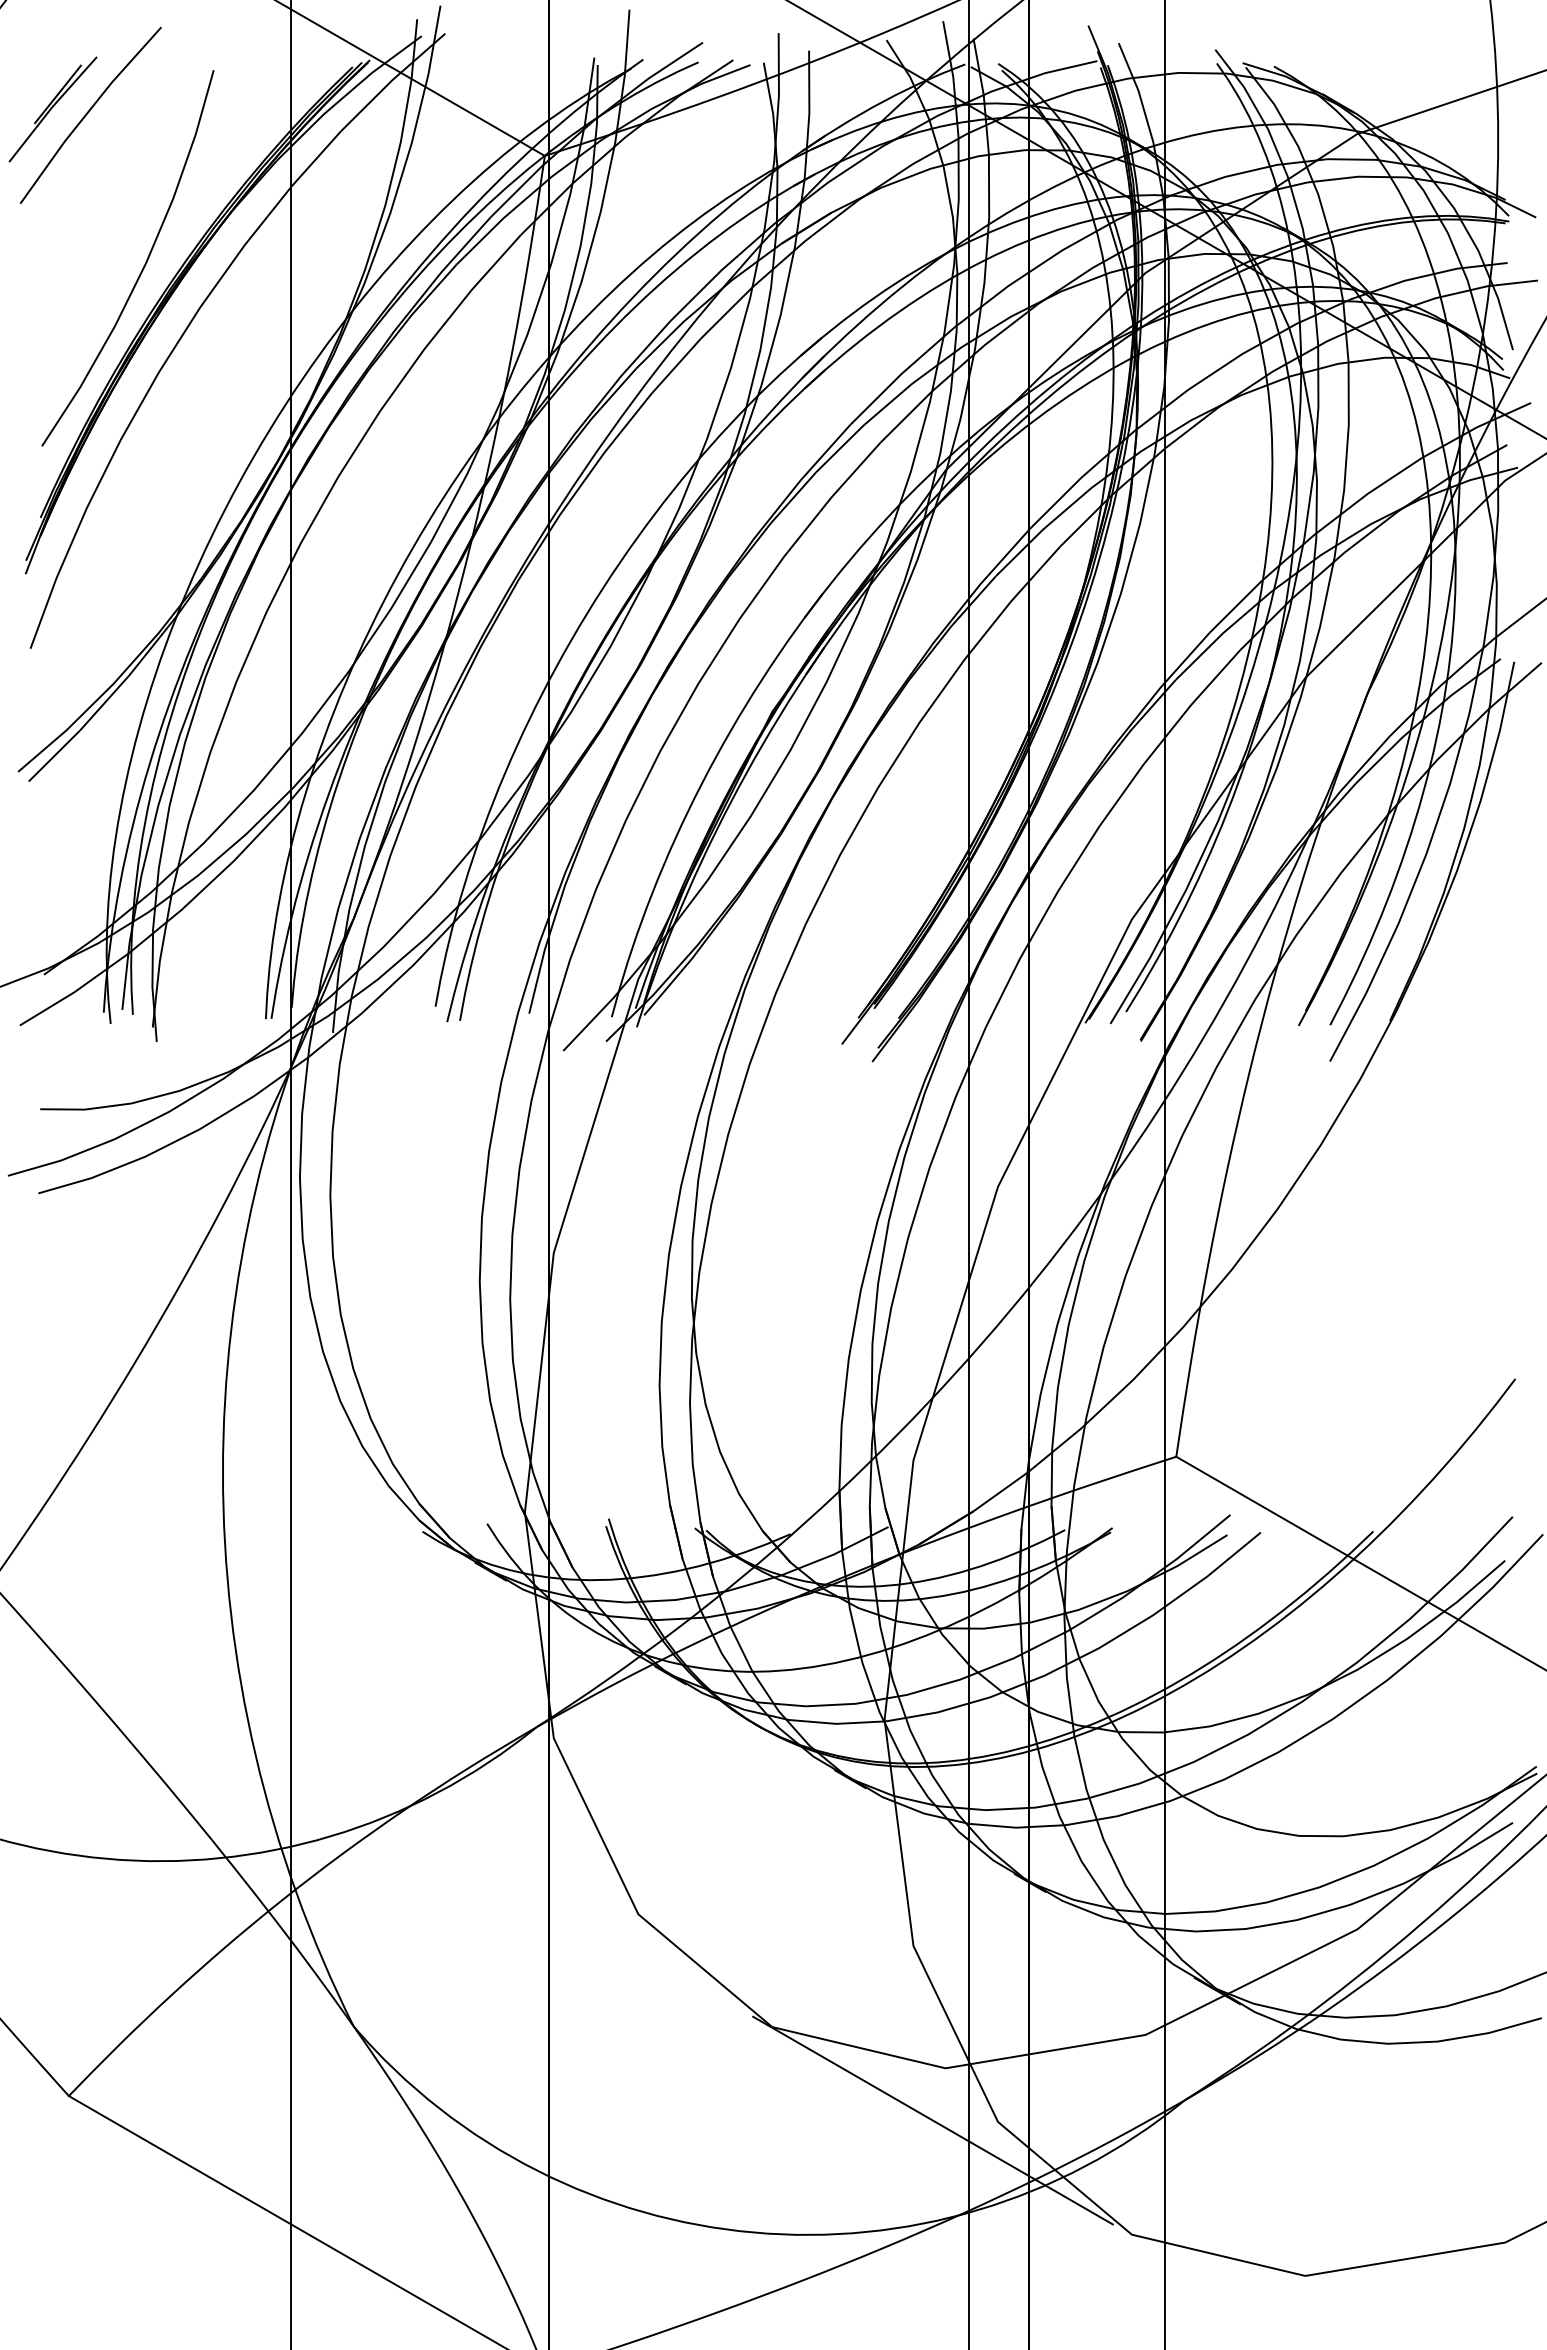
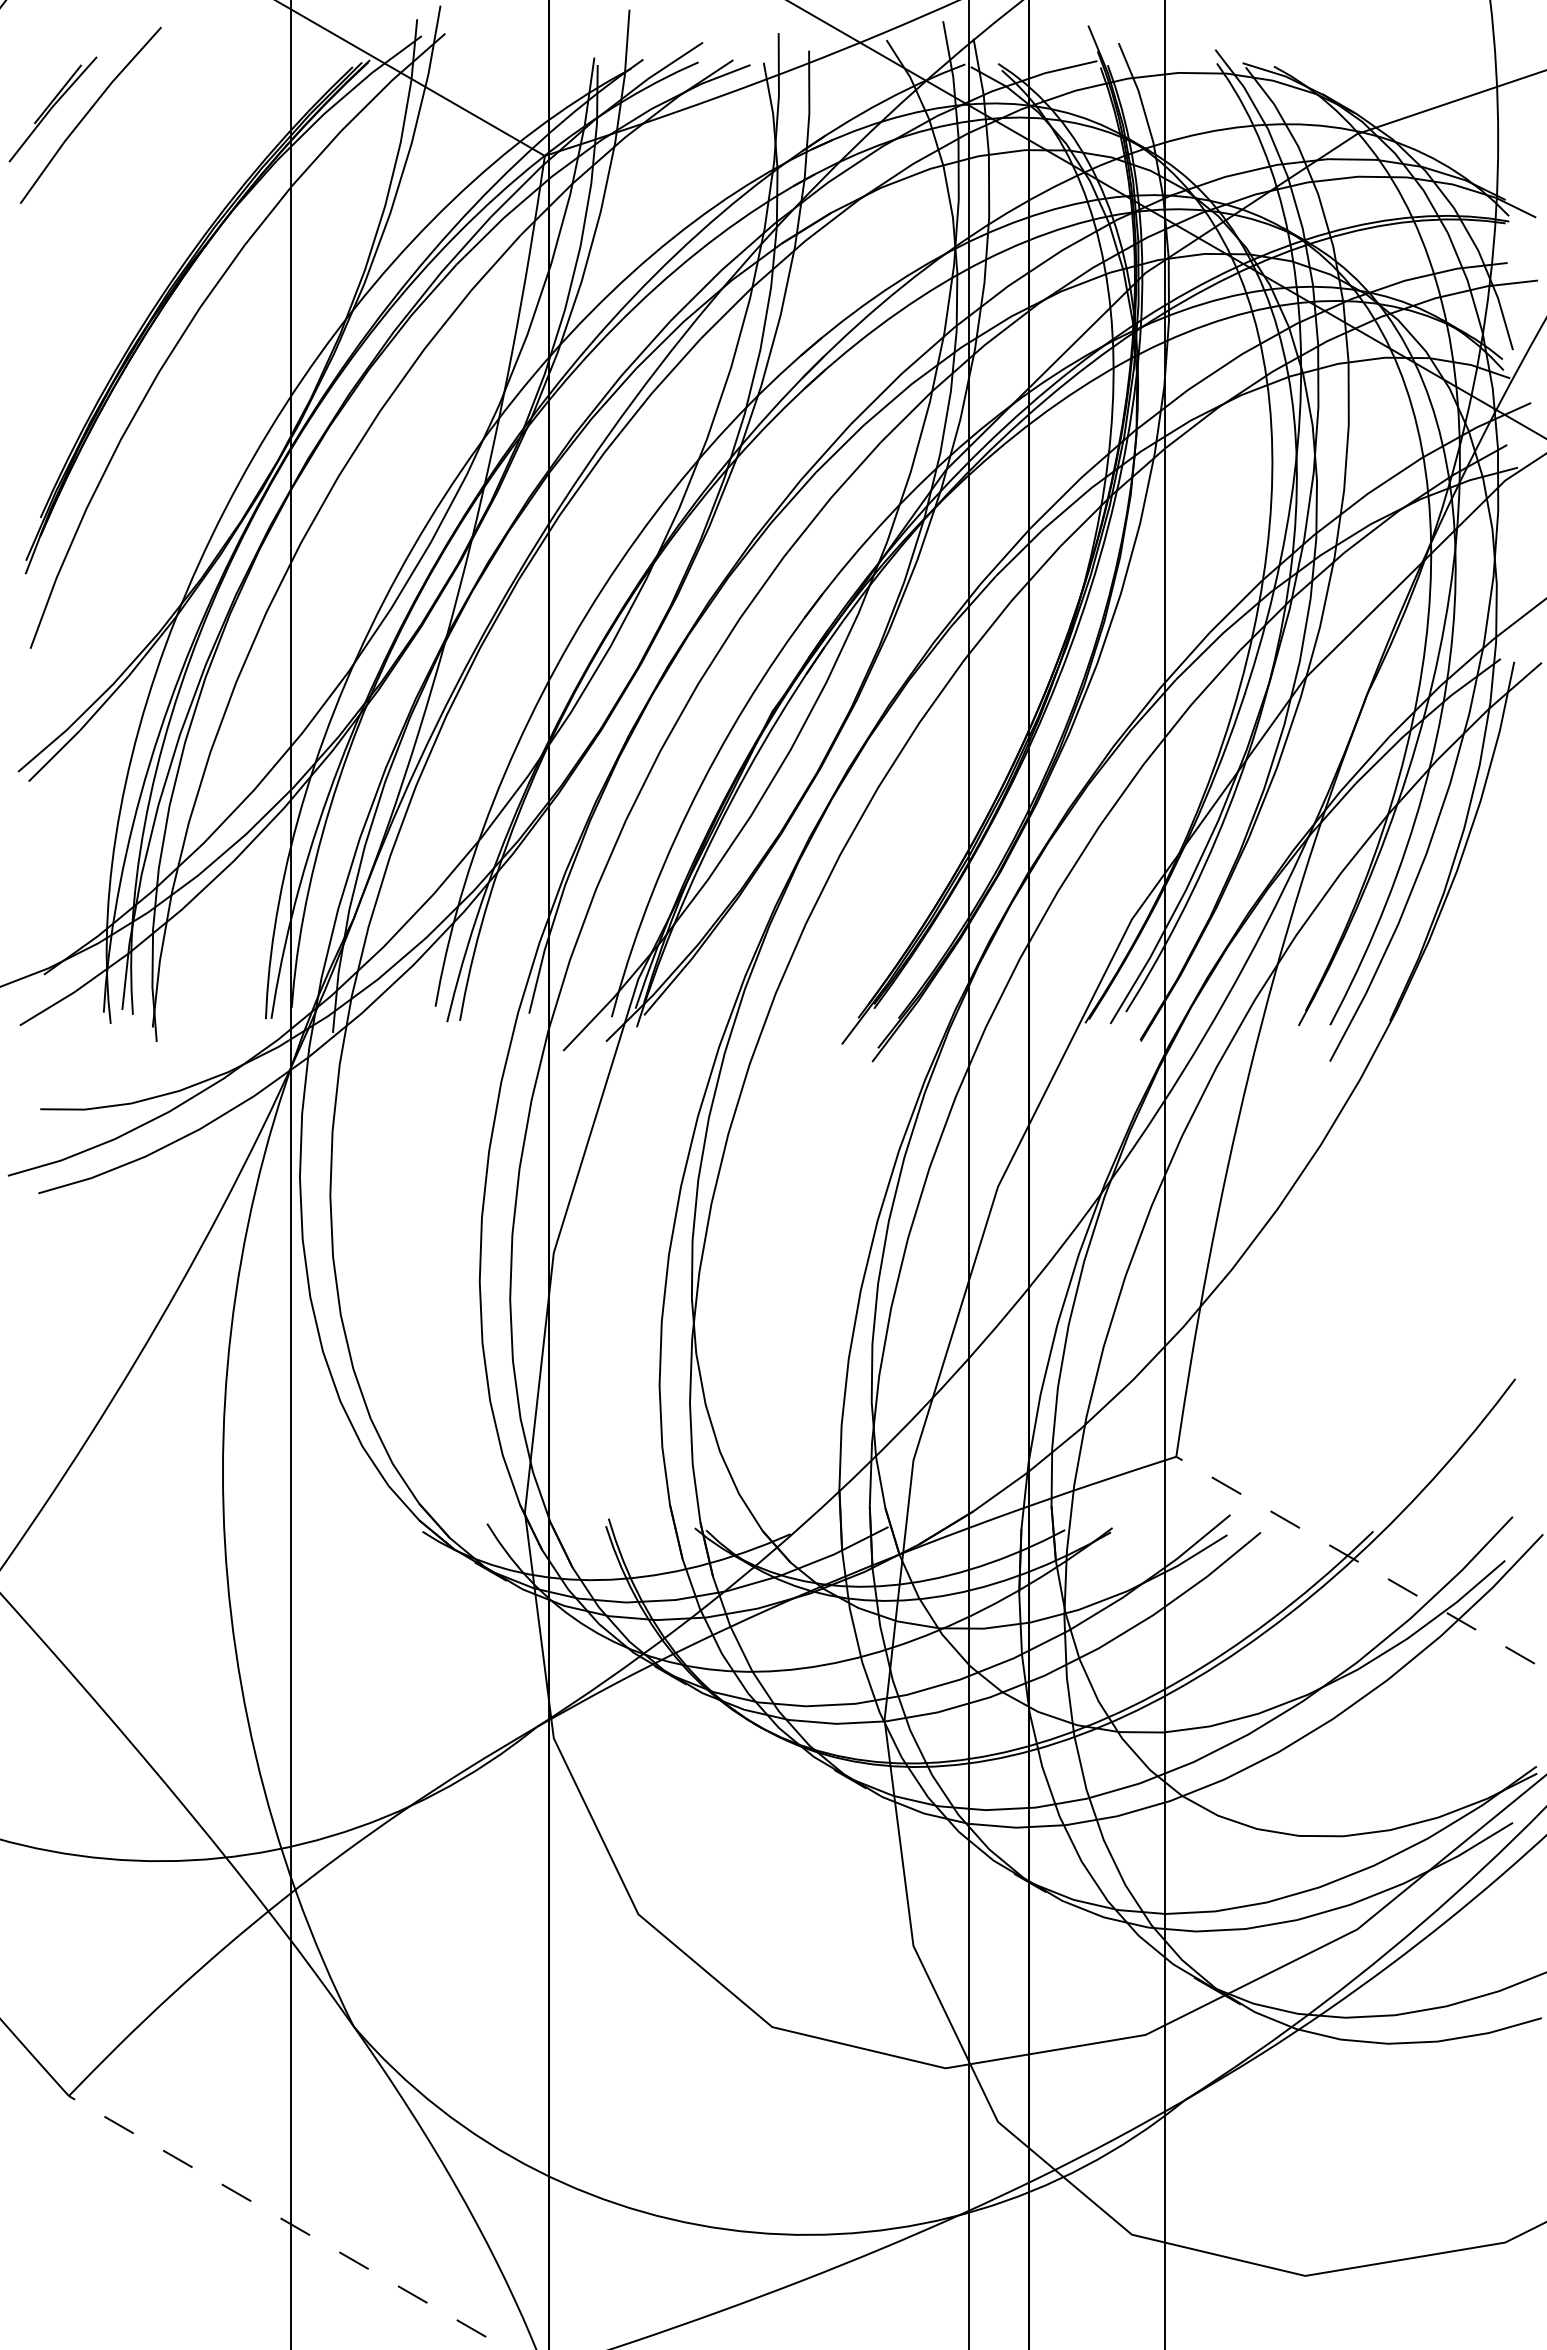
curve at (143, 265): present -> none
line at (1361, 1563): solid -> dashed
line at (932, 2120): present -> none
line at (288, 2222): solid -> dashed
